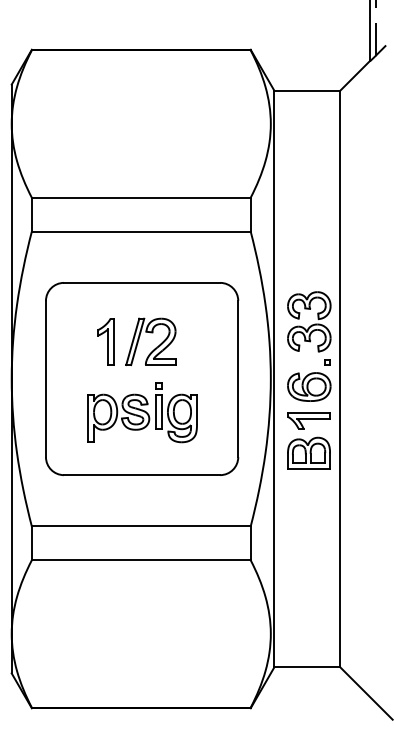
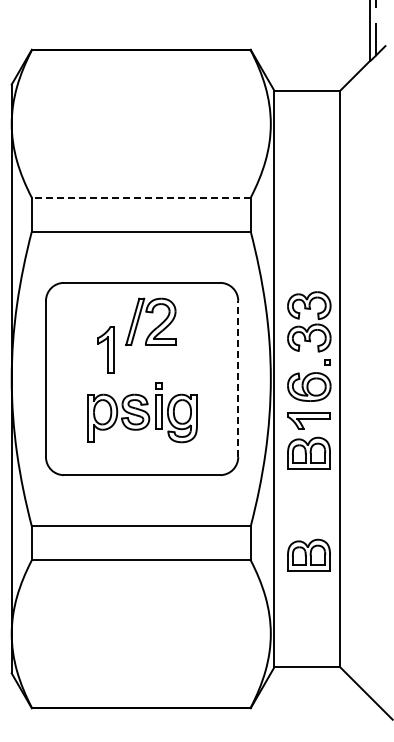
line at (140, 197): solid -> dashed
part at (105, 341) position: (105, 341) -> (105, 349)
part at (155, 347) position: (155, 347) -> (155, 327)
line at (238, 378): solid -> dashed
part at (308, 554): none -> present
